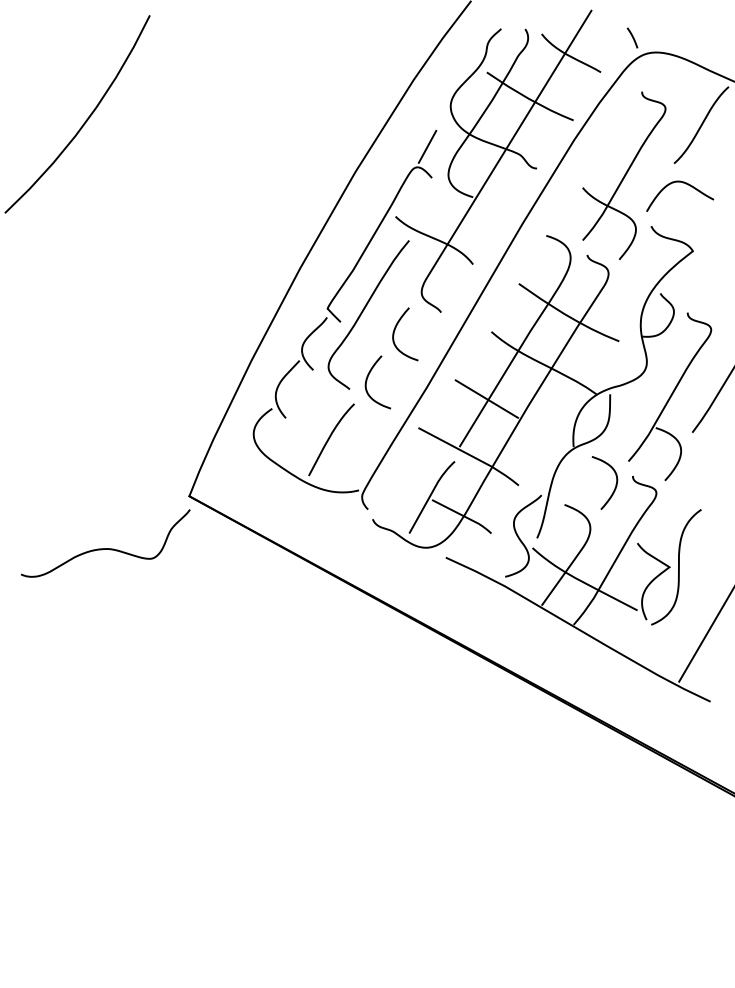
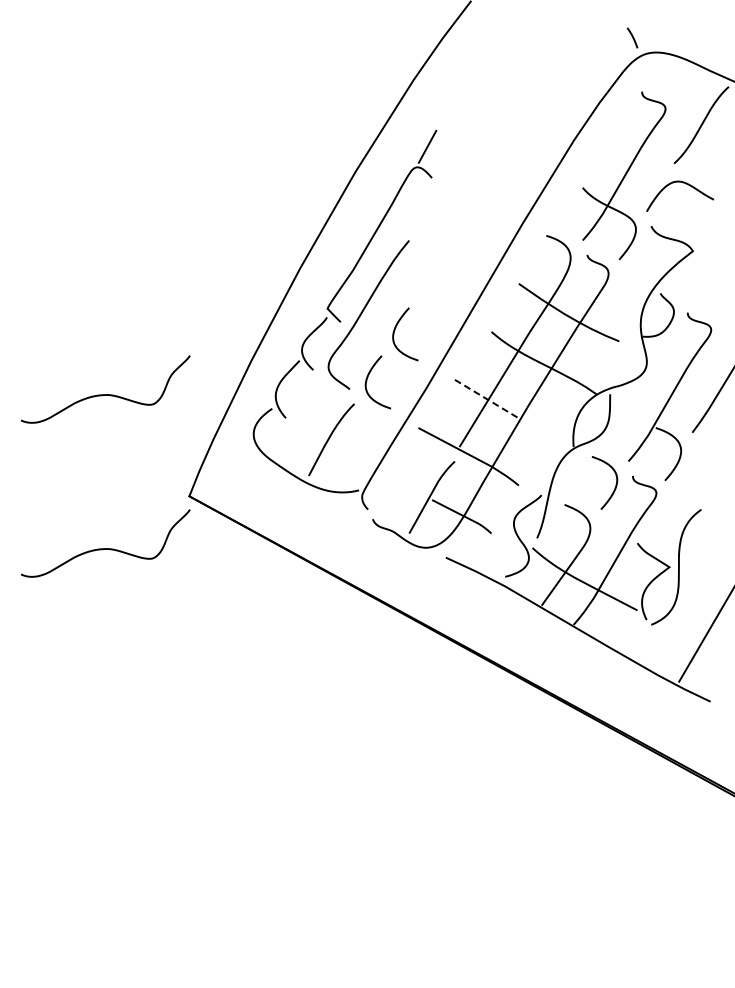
curve at (85, 120): present -> none
part at (498, 160): present -> none
curve at (105, 394): none -> present
line at (487, 399): solid -> dashed
